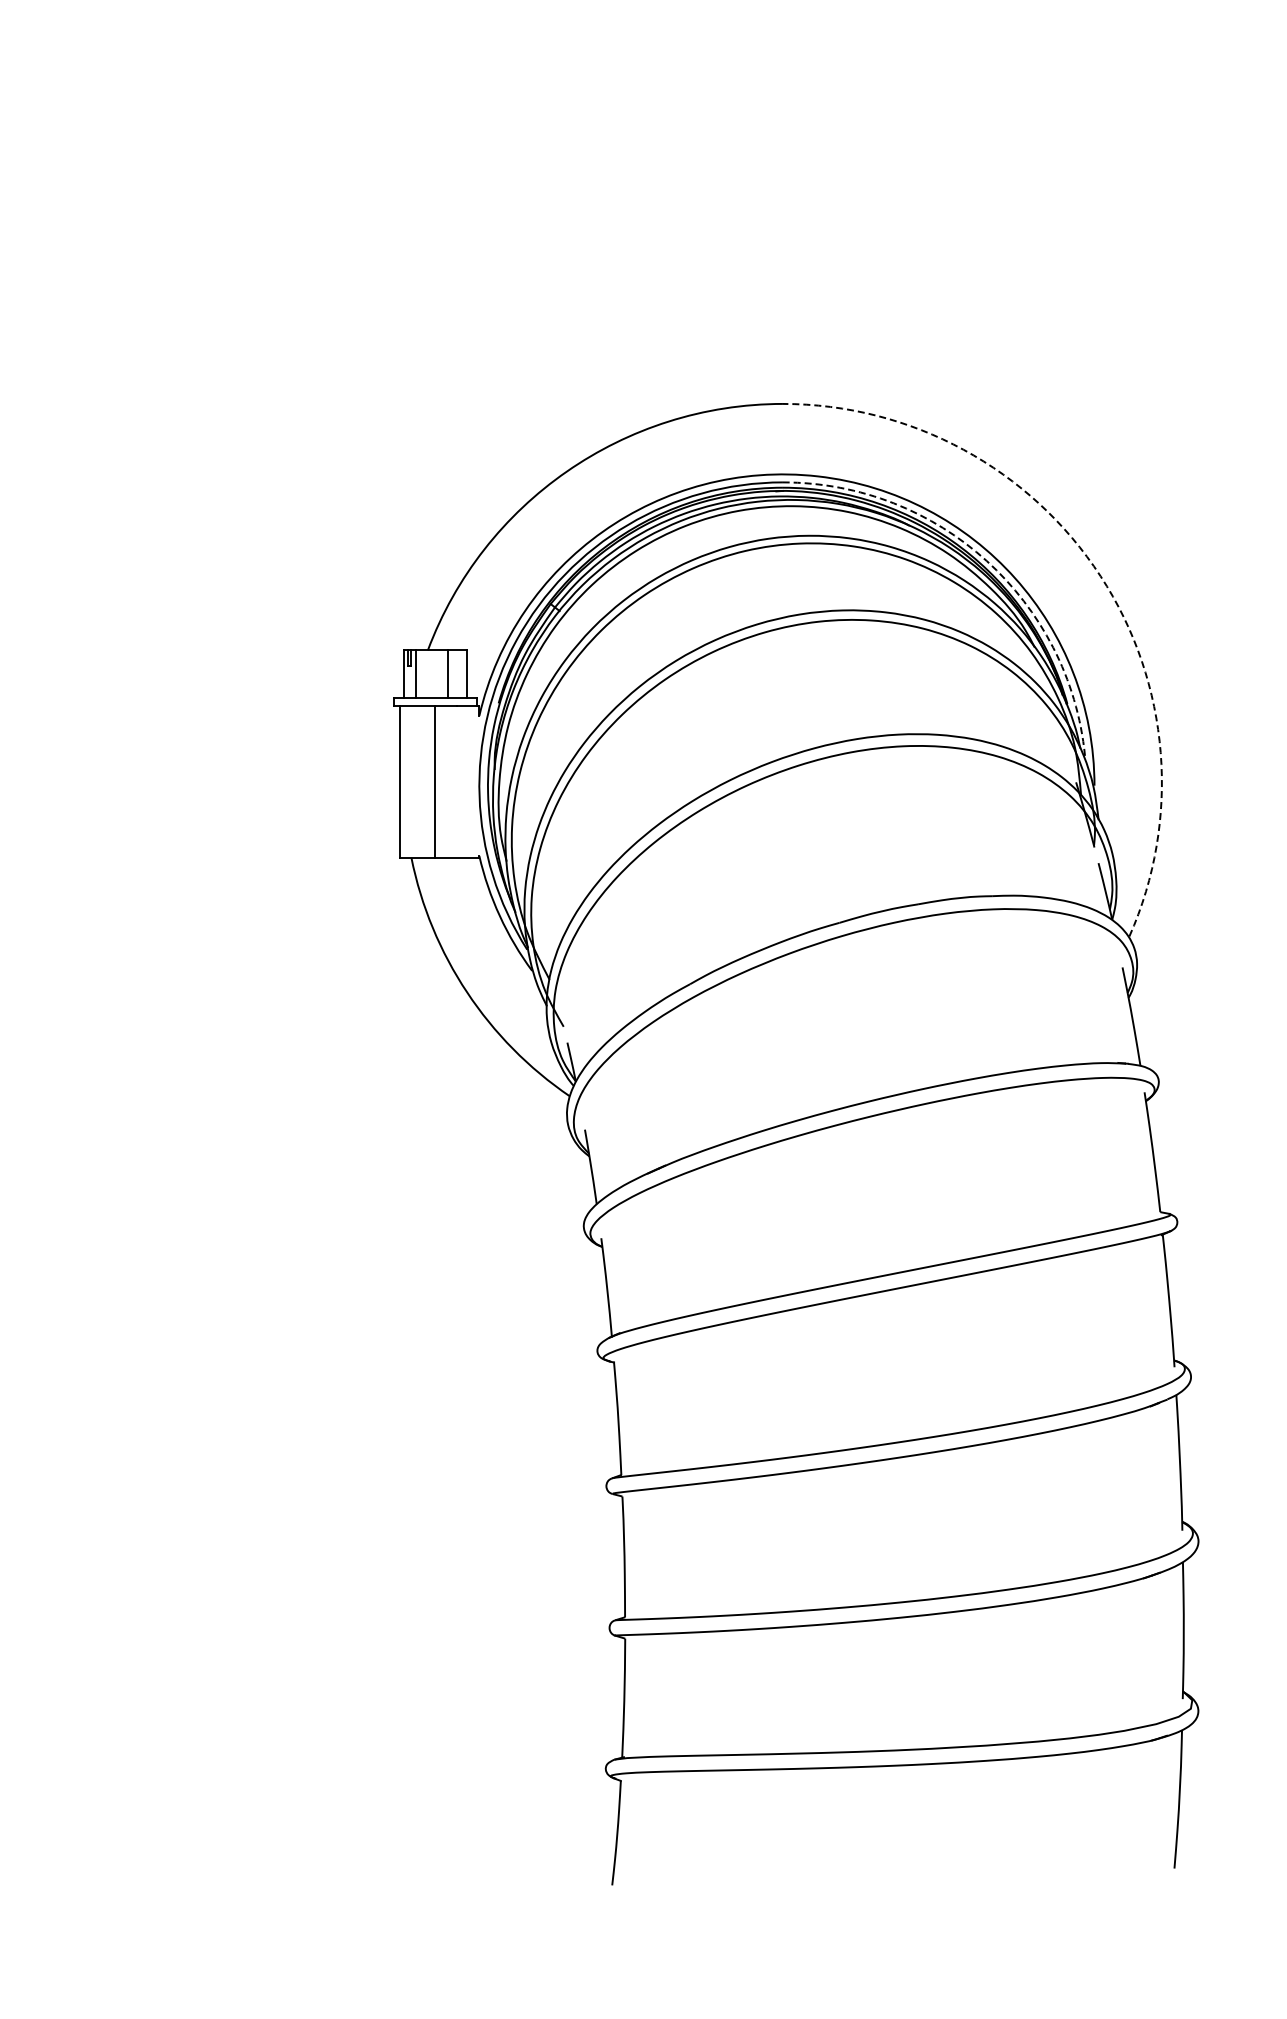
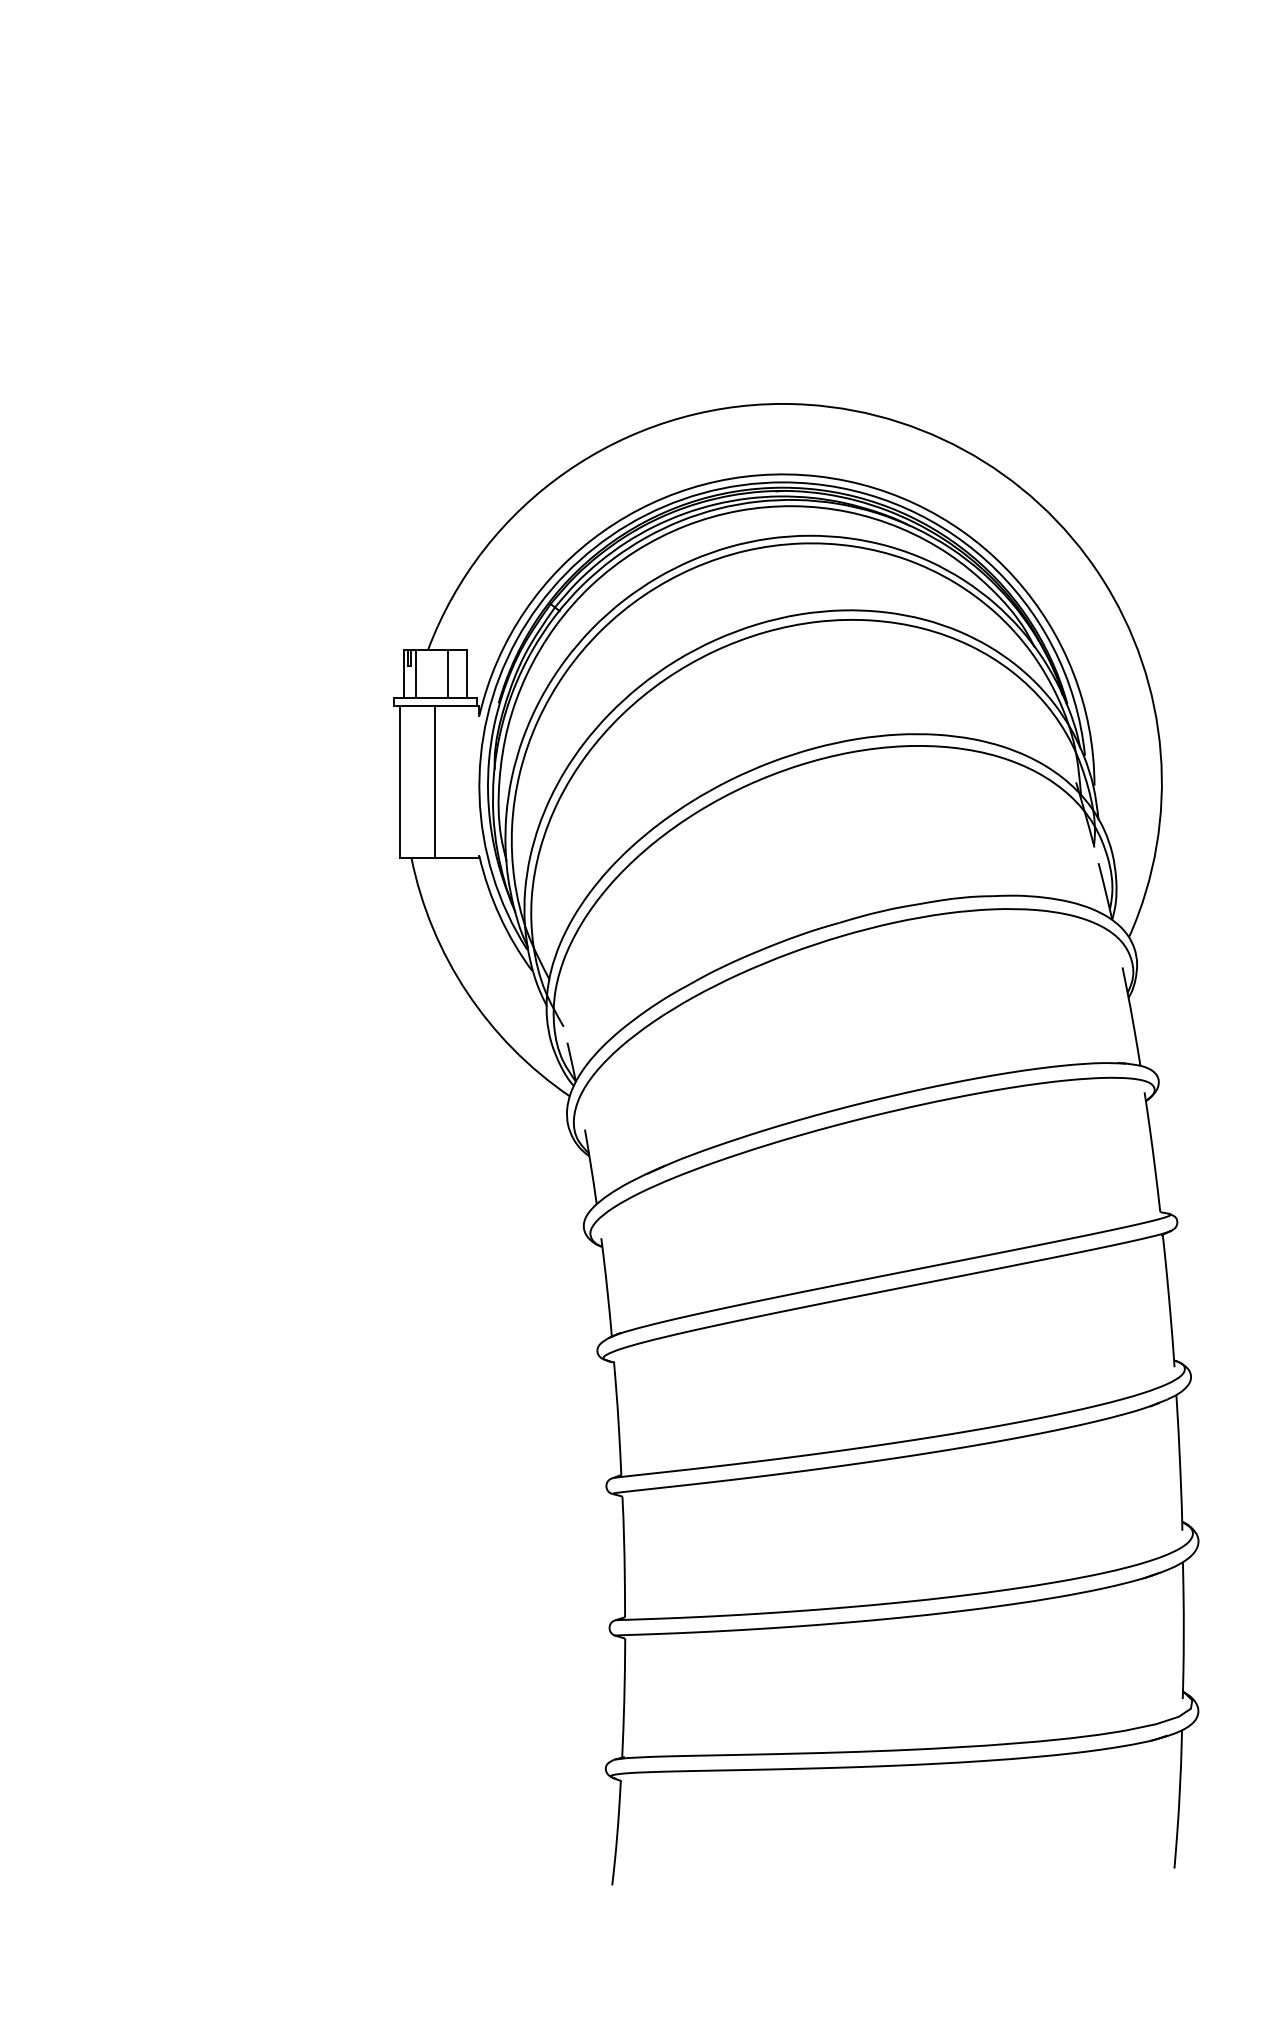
arc at (986, 560): dashed -> solid
arc at (1100, 576): dashed -> solid
